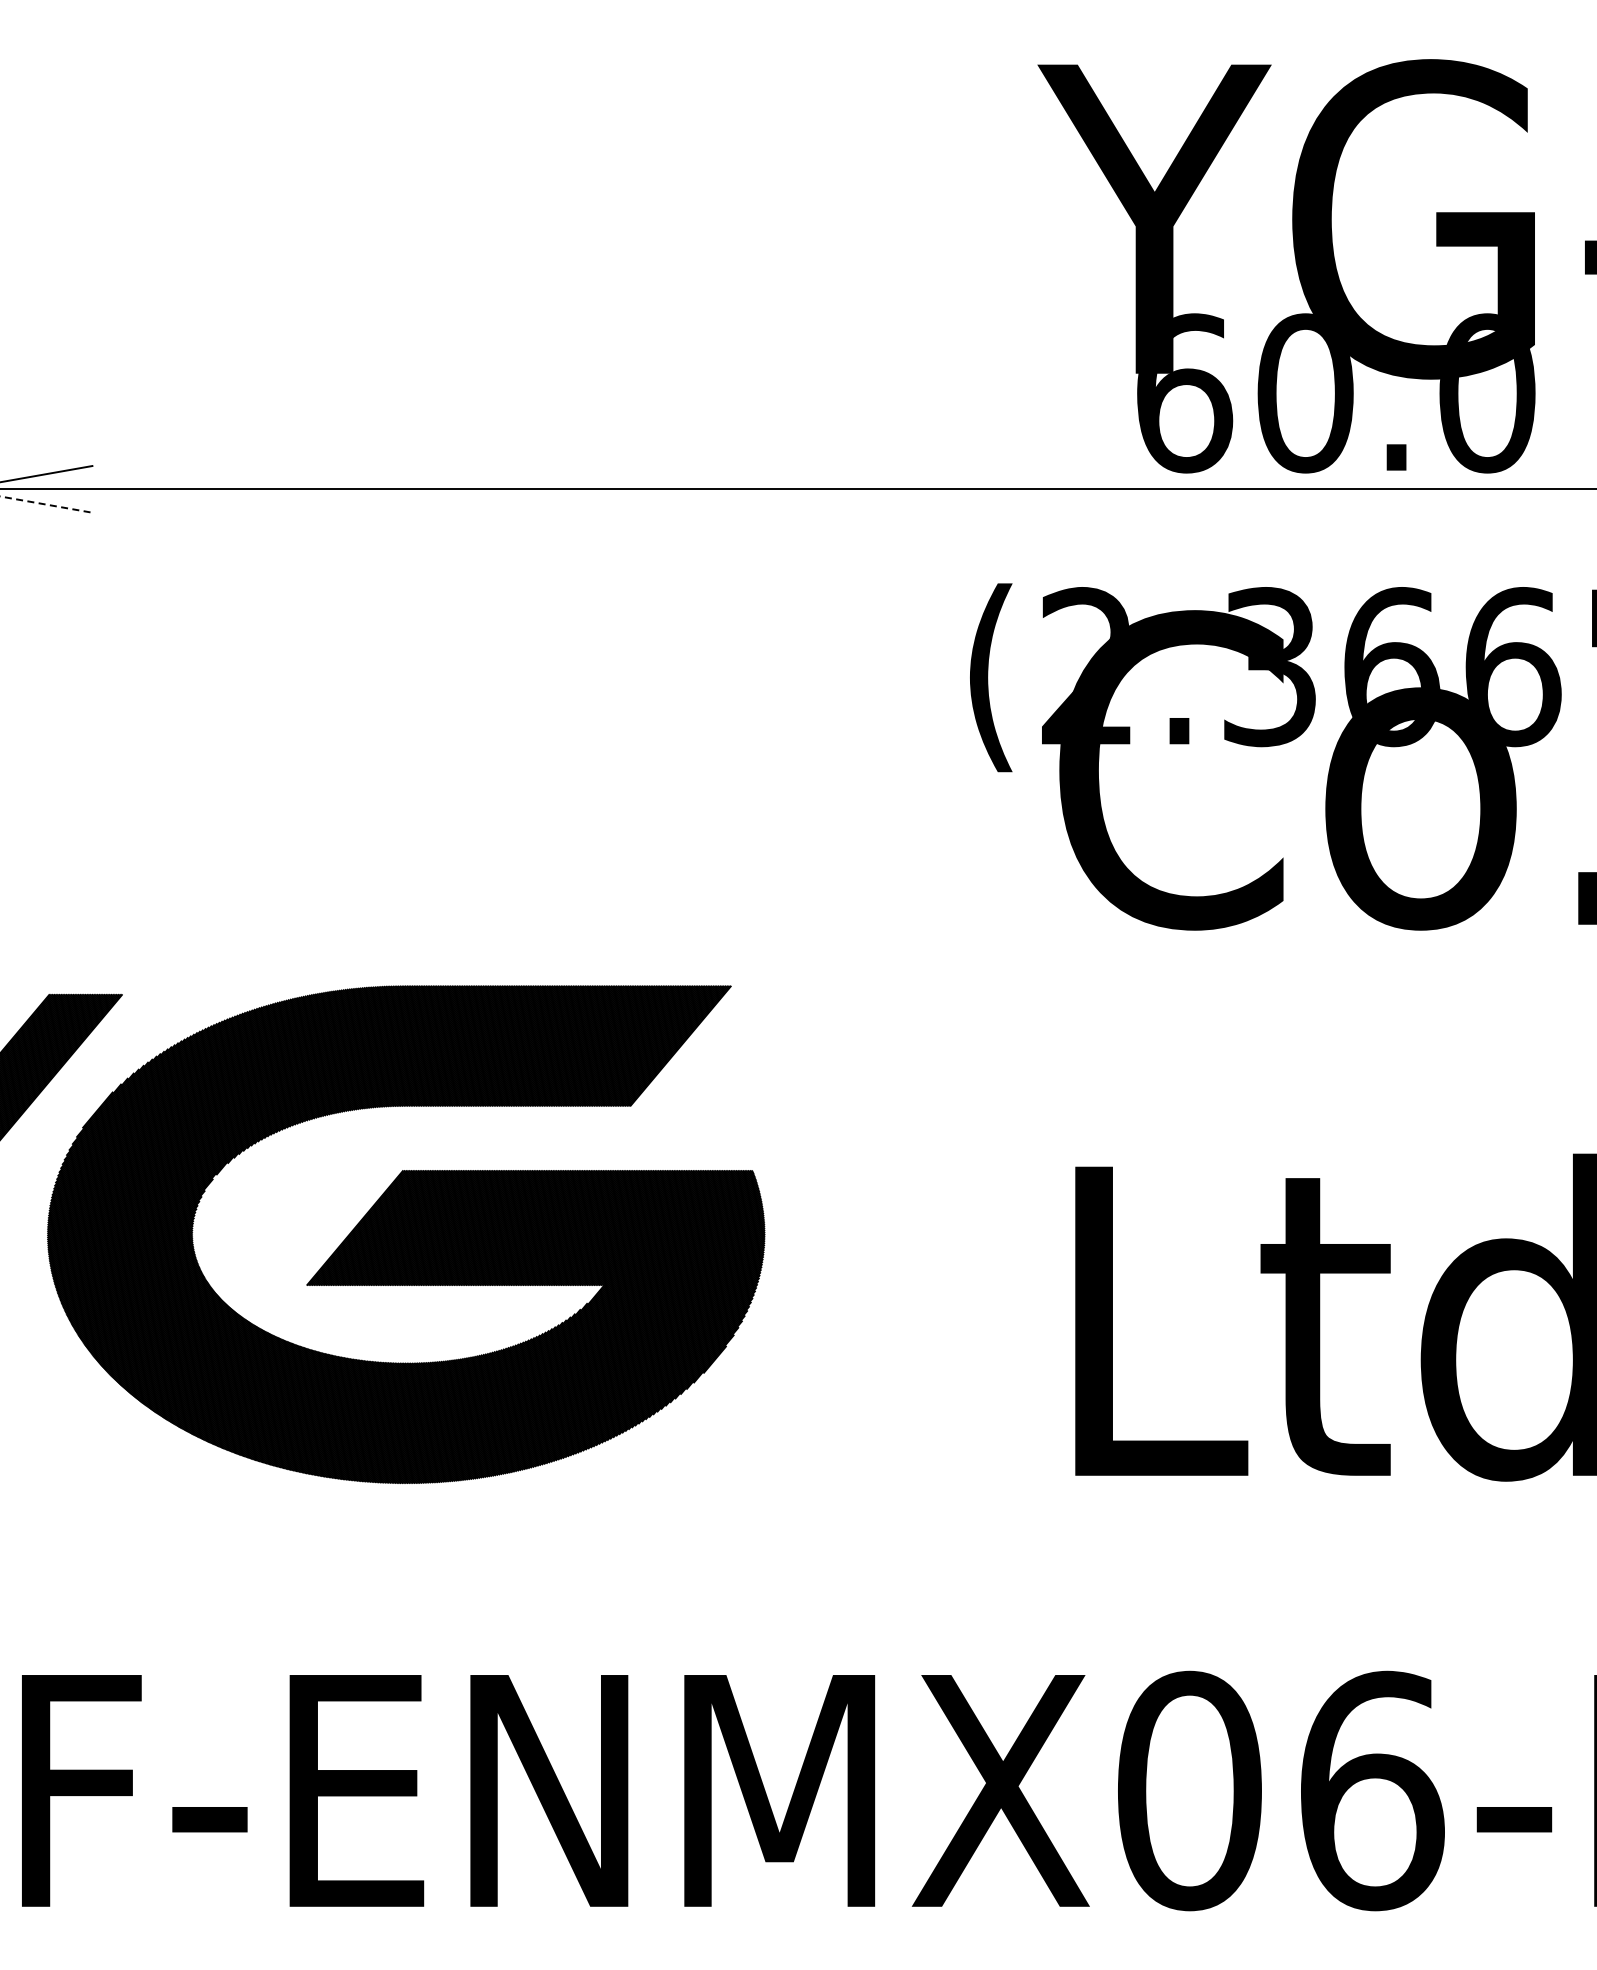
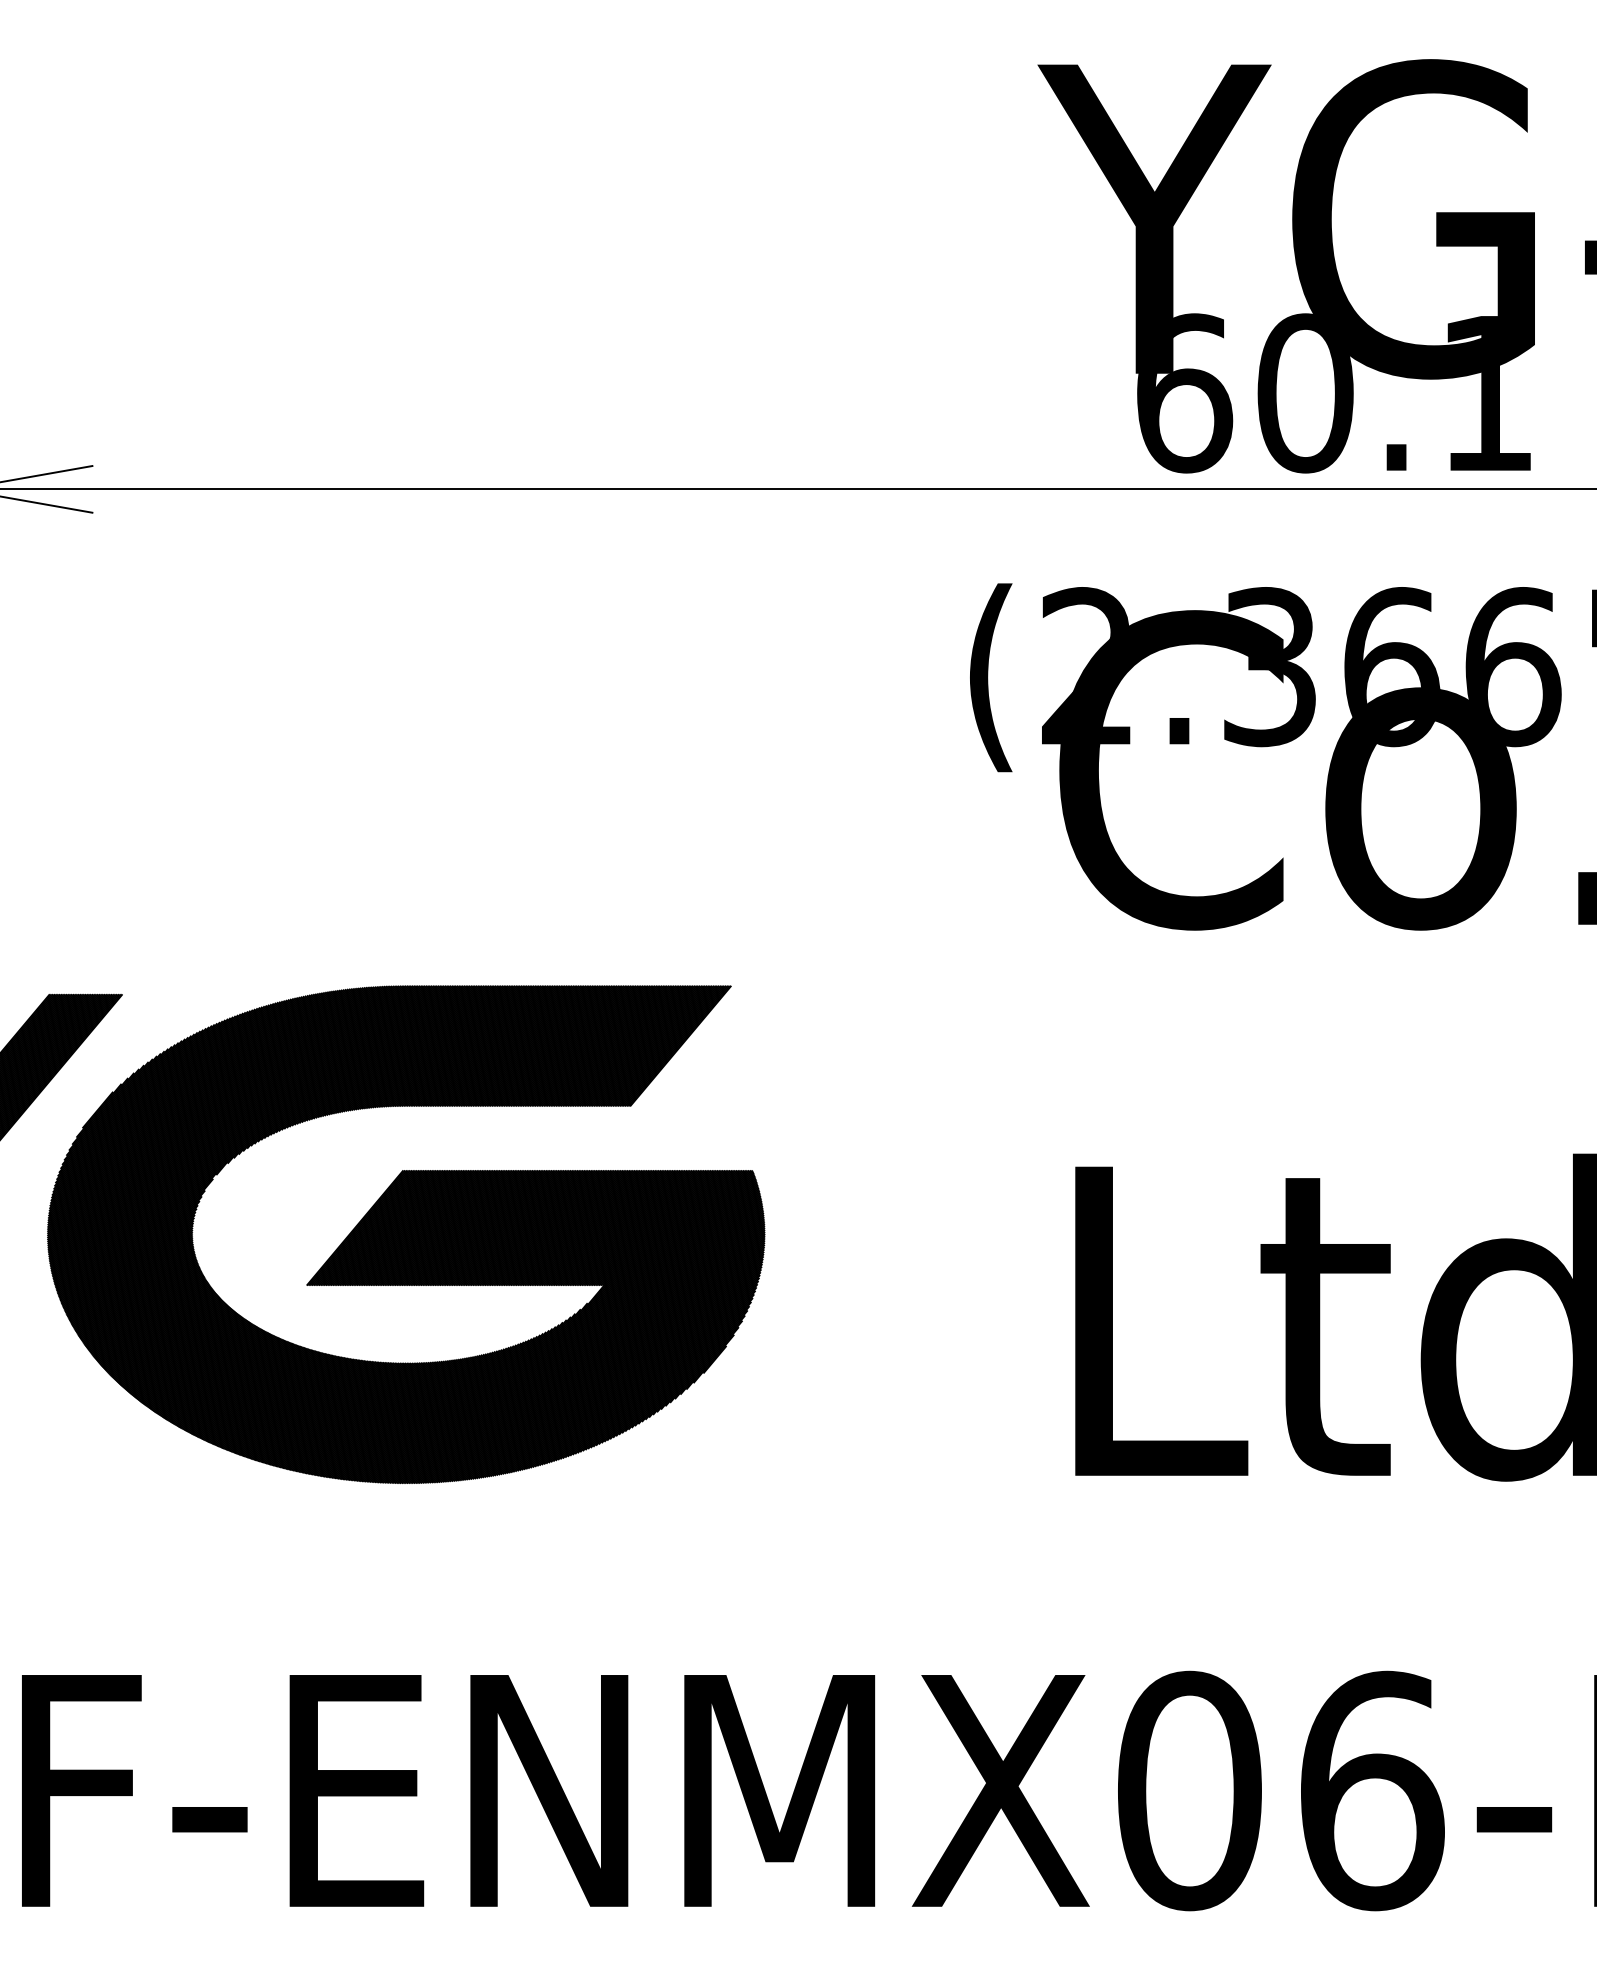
text at (1487, 393): 60.0 -> 60.1
line at (46, 504): dashed -> solid
